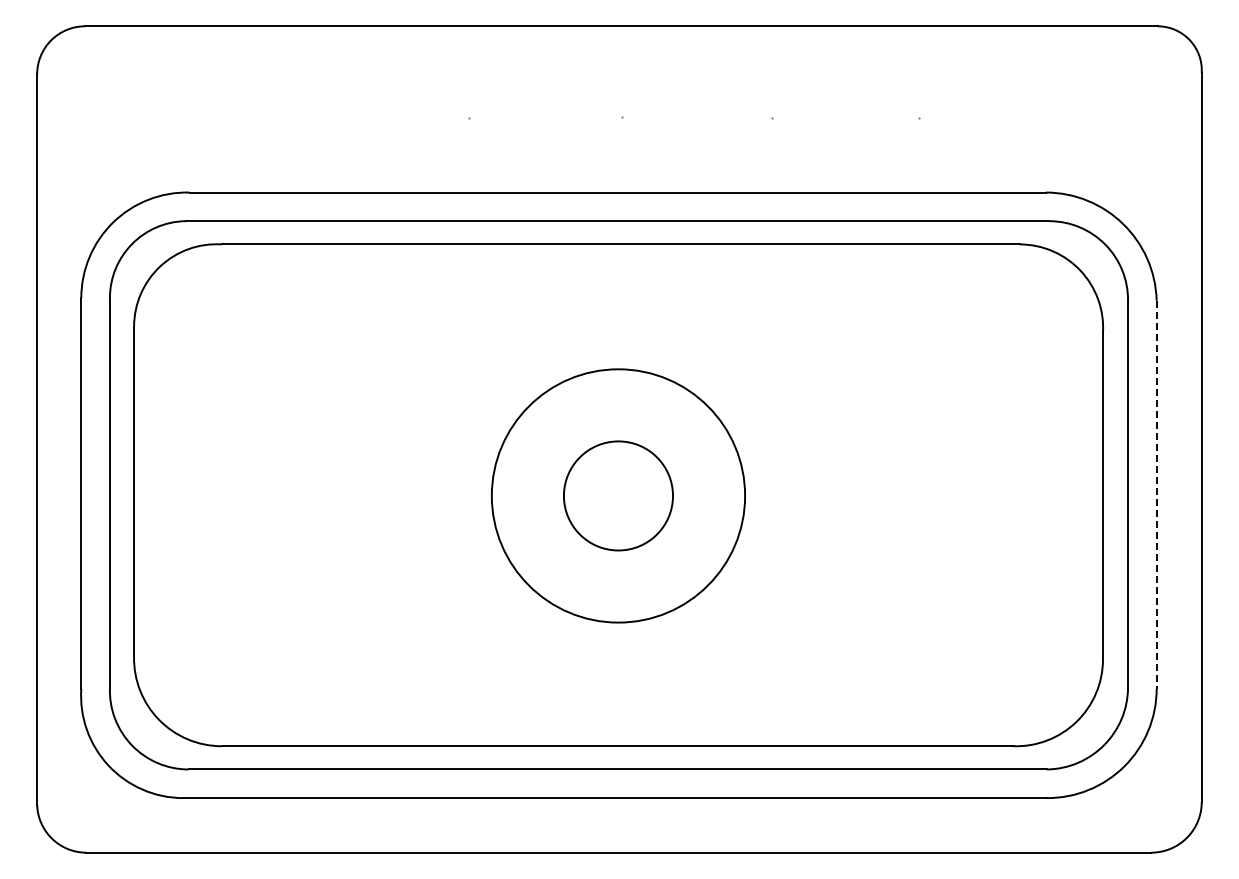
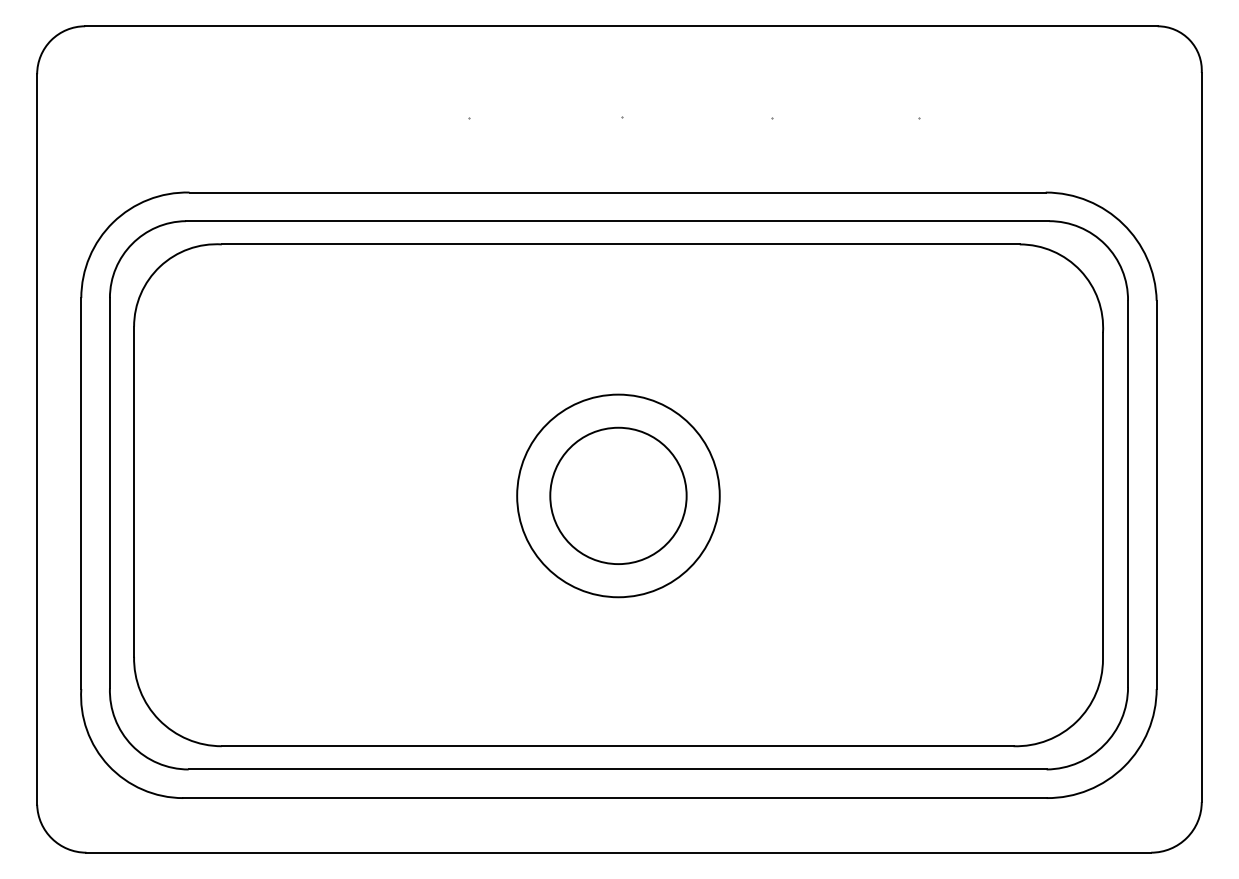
circle at (618, 495) diameter: 109 px -> 136 px
circle at (618, 495) diameter: 253 px -> 203 px
line at (1156, 495): dashed -> solid
